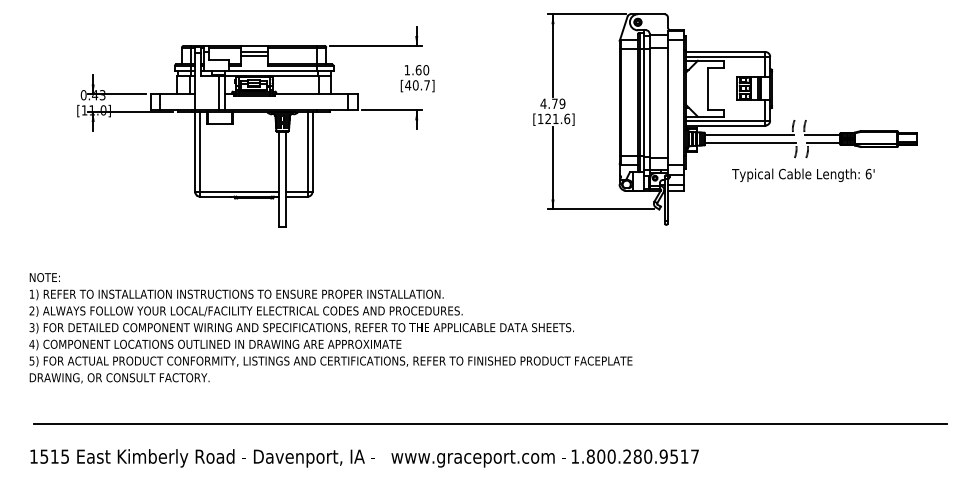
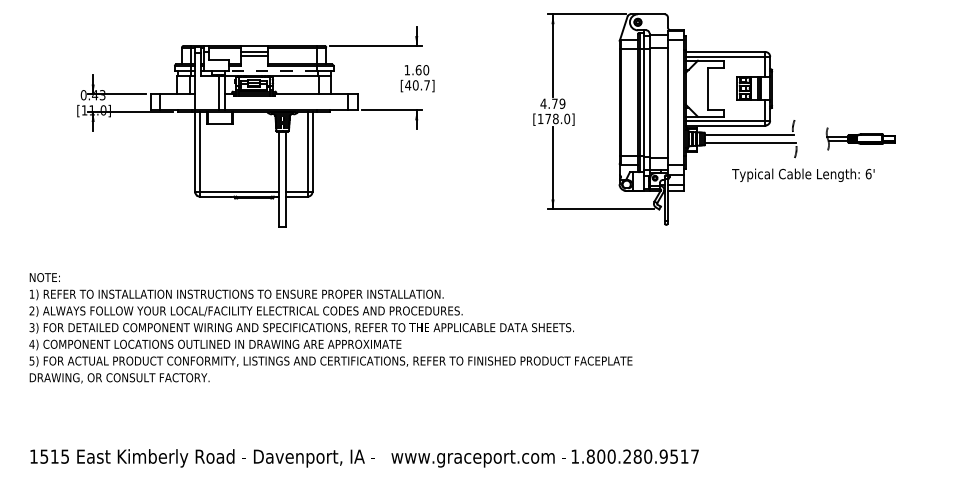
line at (272, 70): solid -> dashed
text at (557, 118): [121.6] -> [178.0]
part at (860, 138) size: 115x38 px -> 71x24 px
line at (490, 423): present -> none
